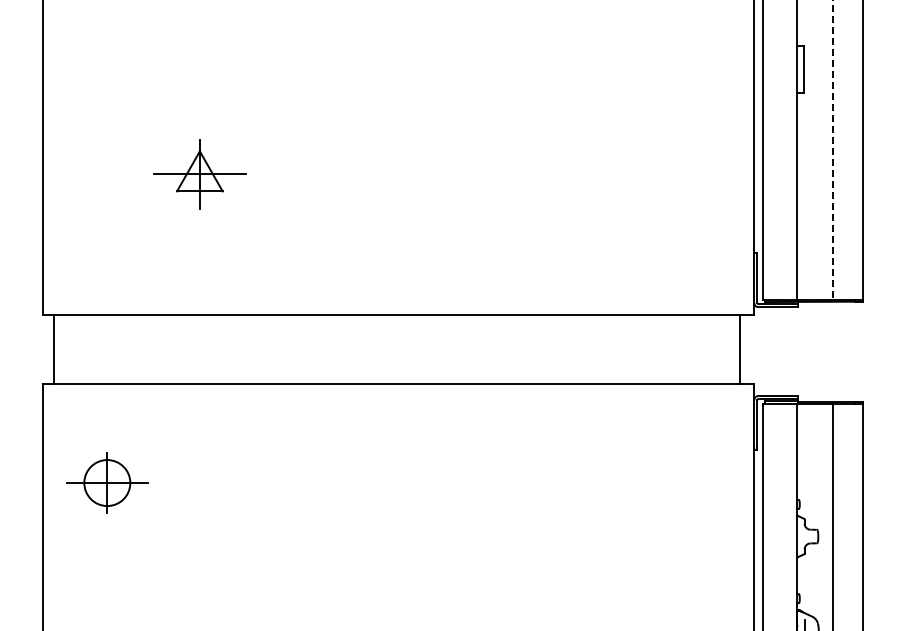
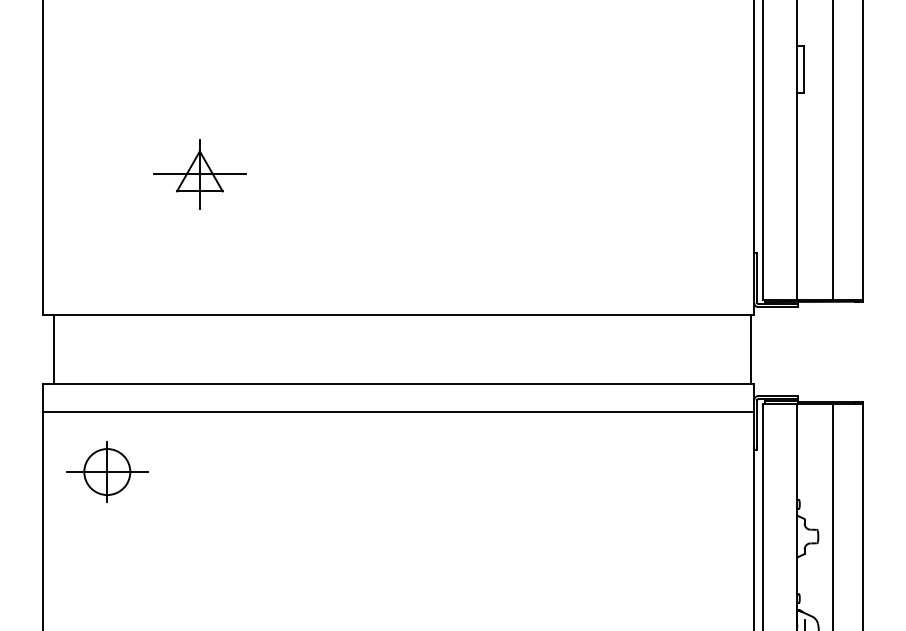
line at (832, 150): dashed -> solid
line at (739, 349) position: (739, 349) -> (750, 349)
line at (398, 411): none -> present
part at (107, 482) position: (107, 482) -> (107, 471)
